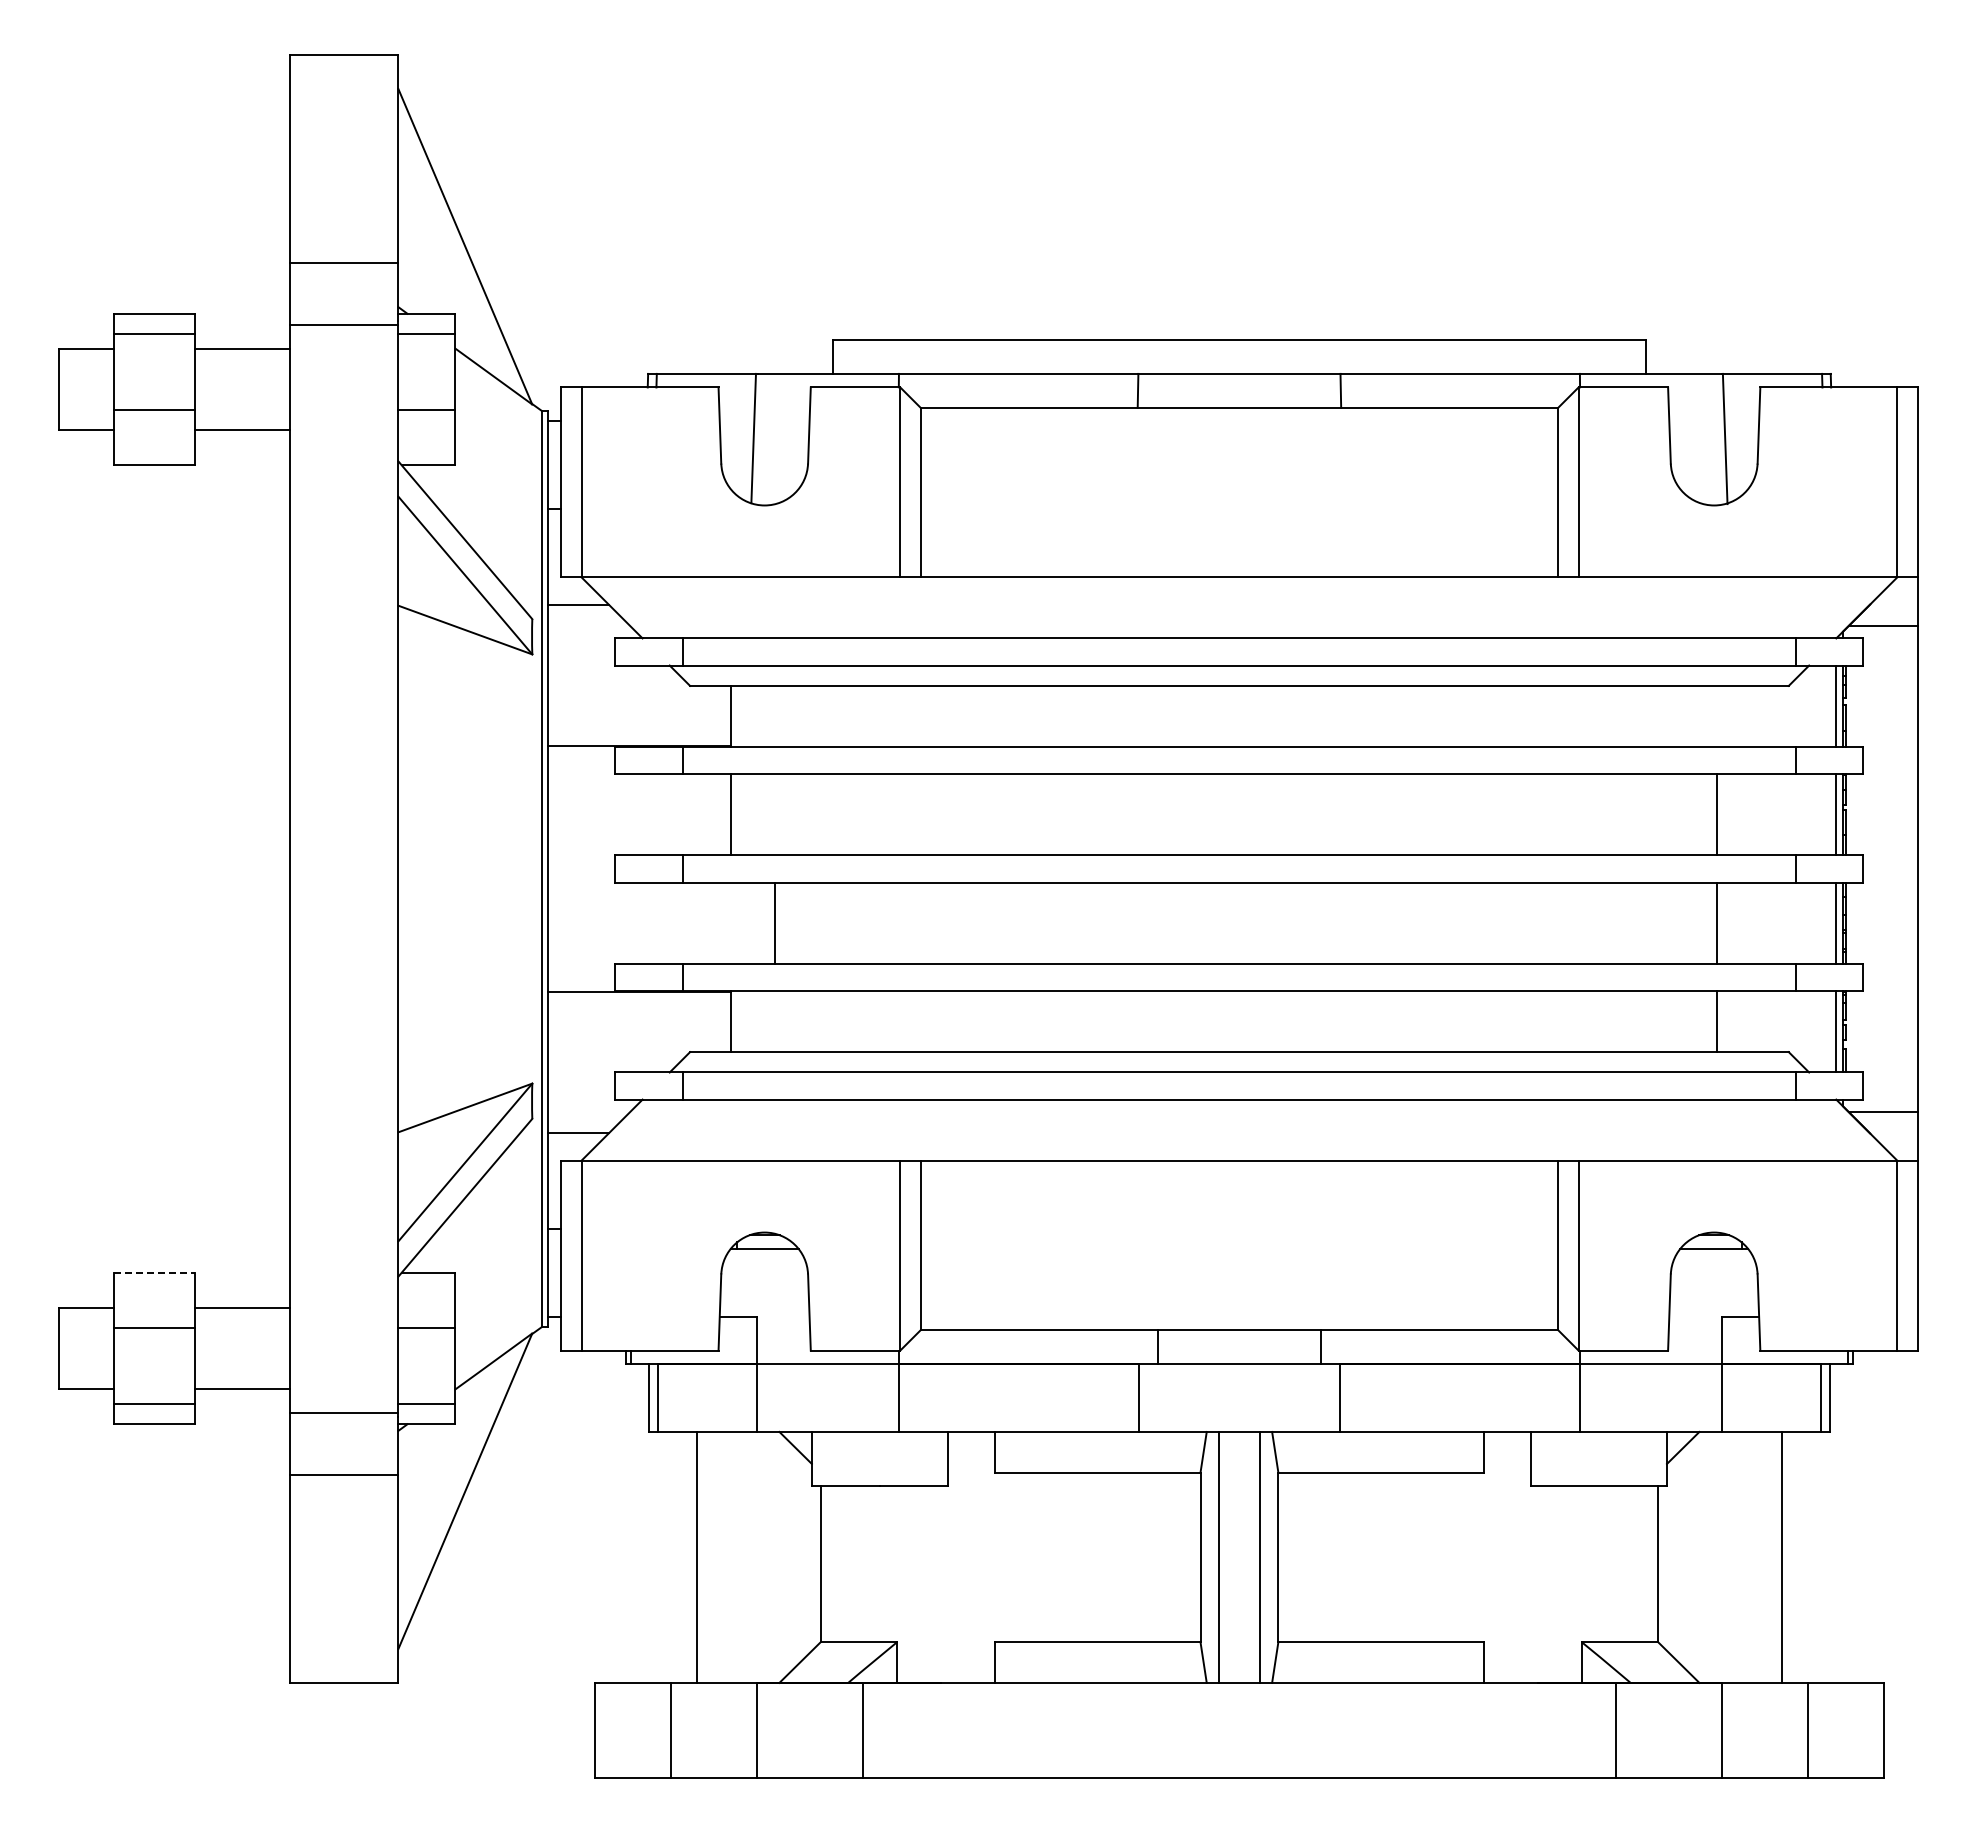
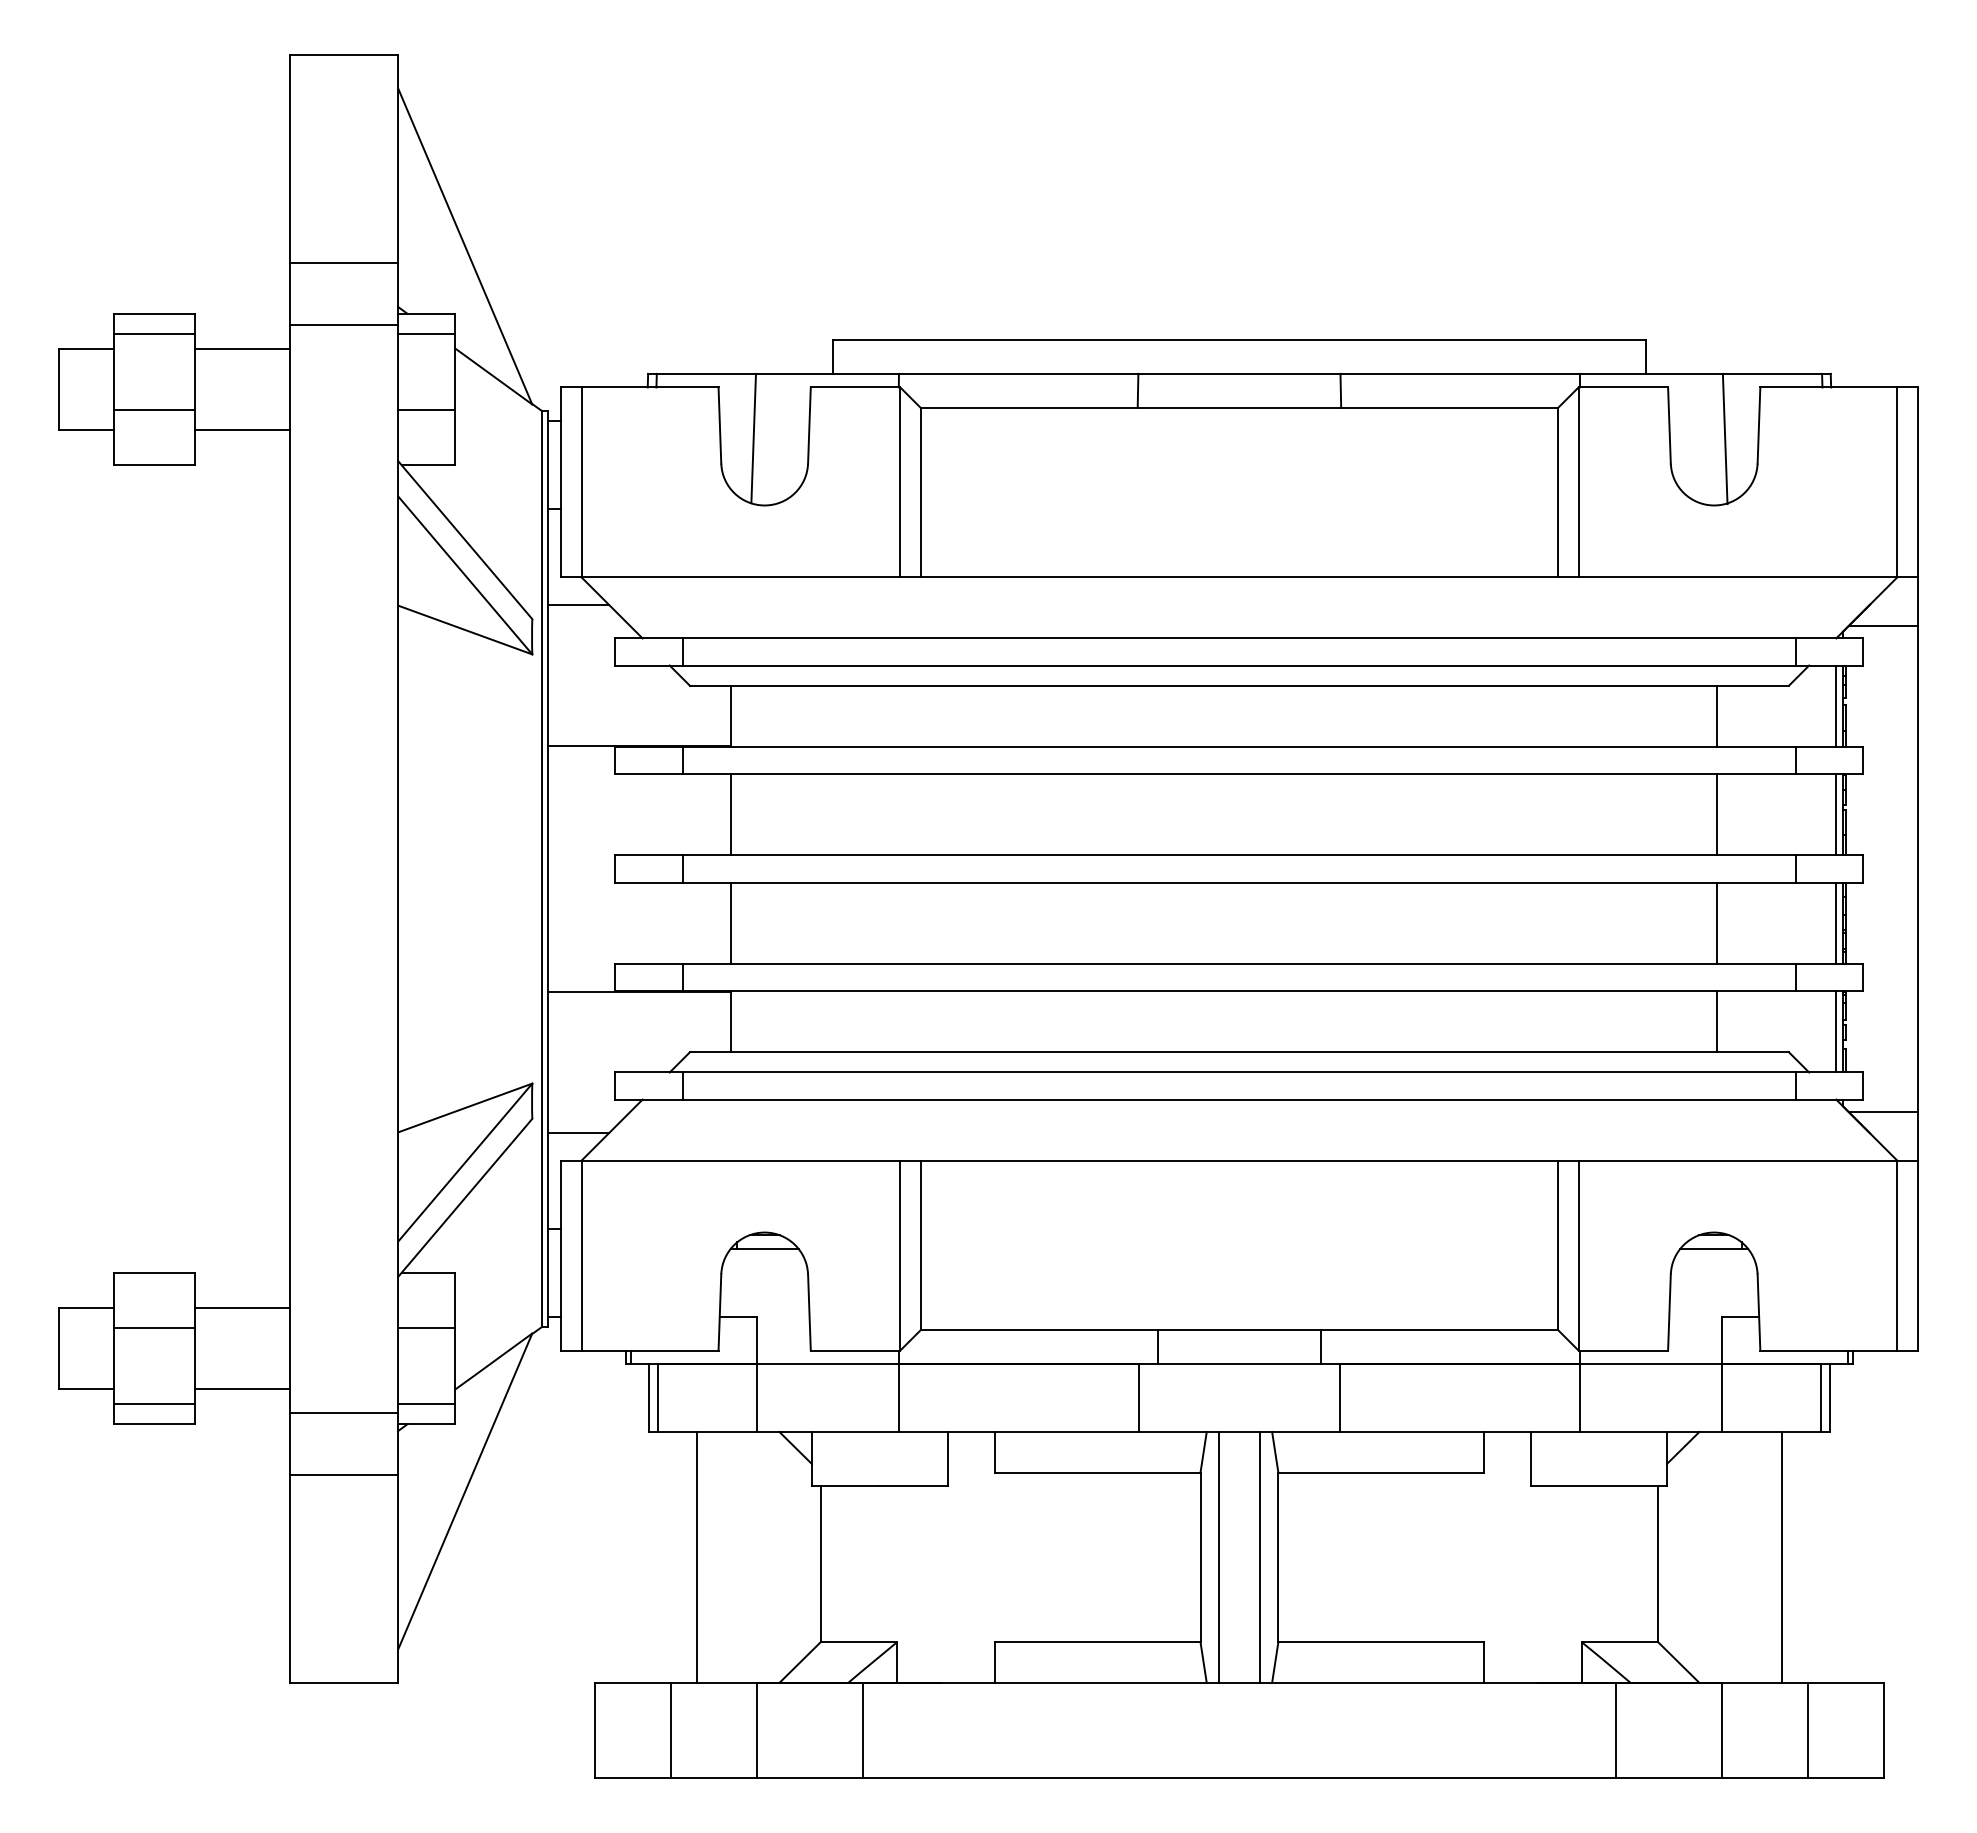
line at (1716, 715): none -> present
line at (774, 922) position: (774, 922) -> (730, 922)
line at (154, 1272): dashed -> solid
